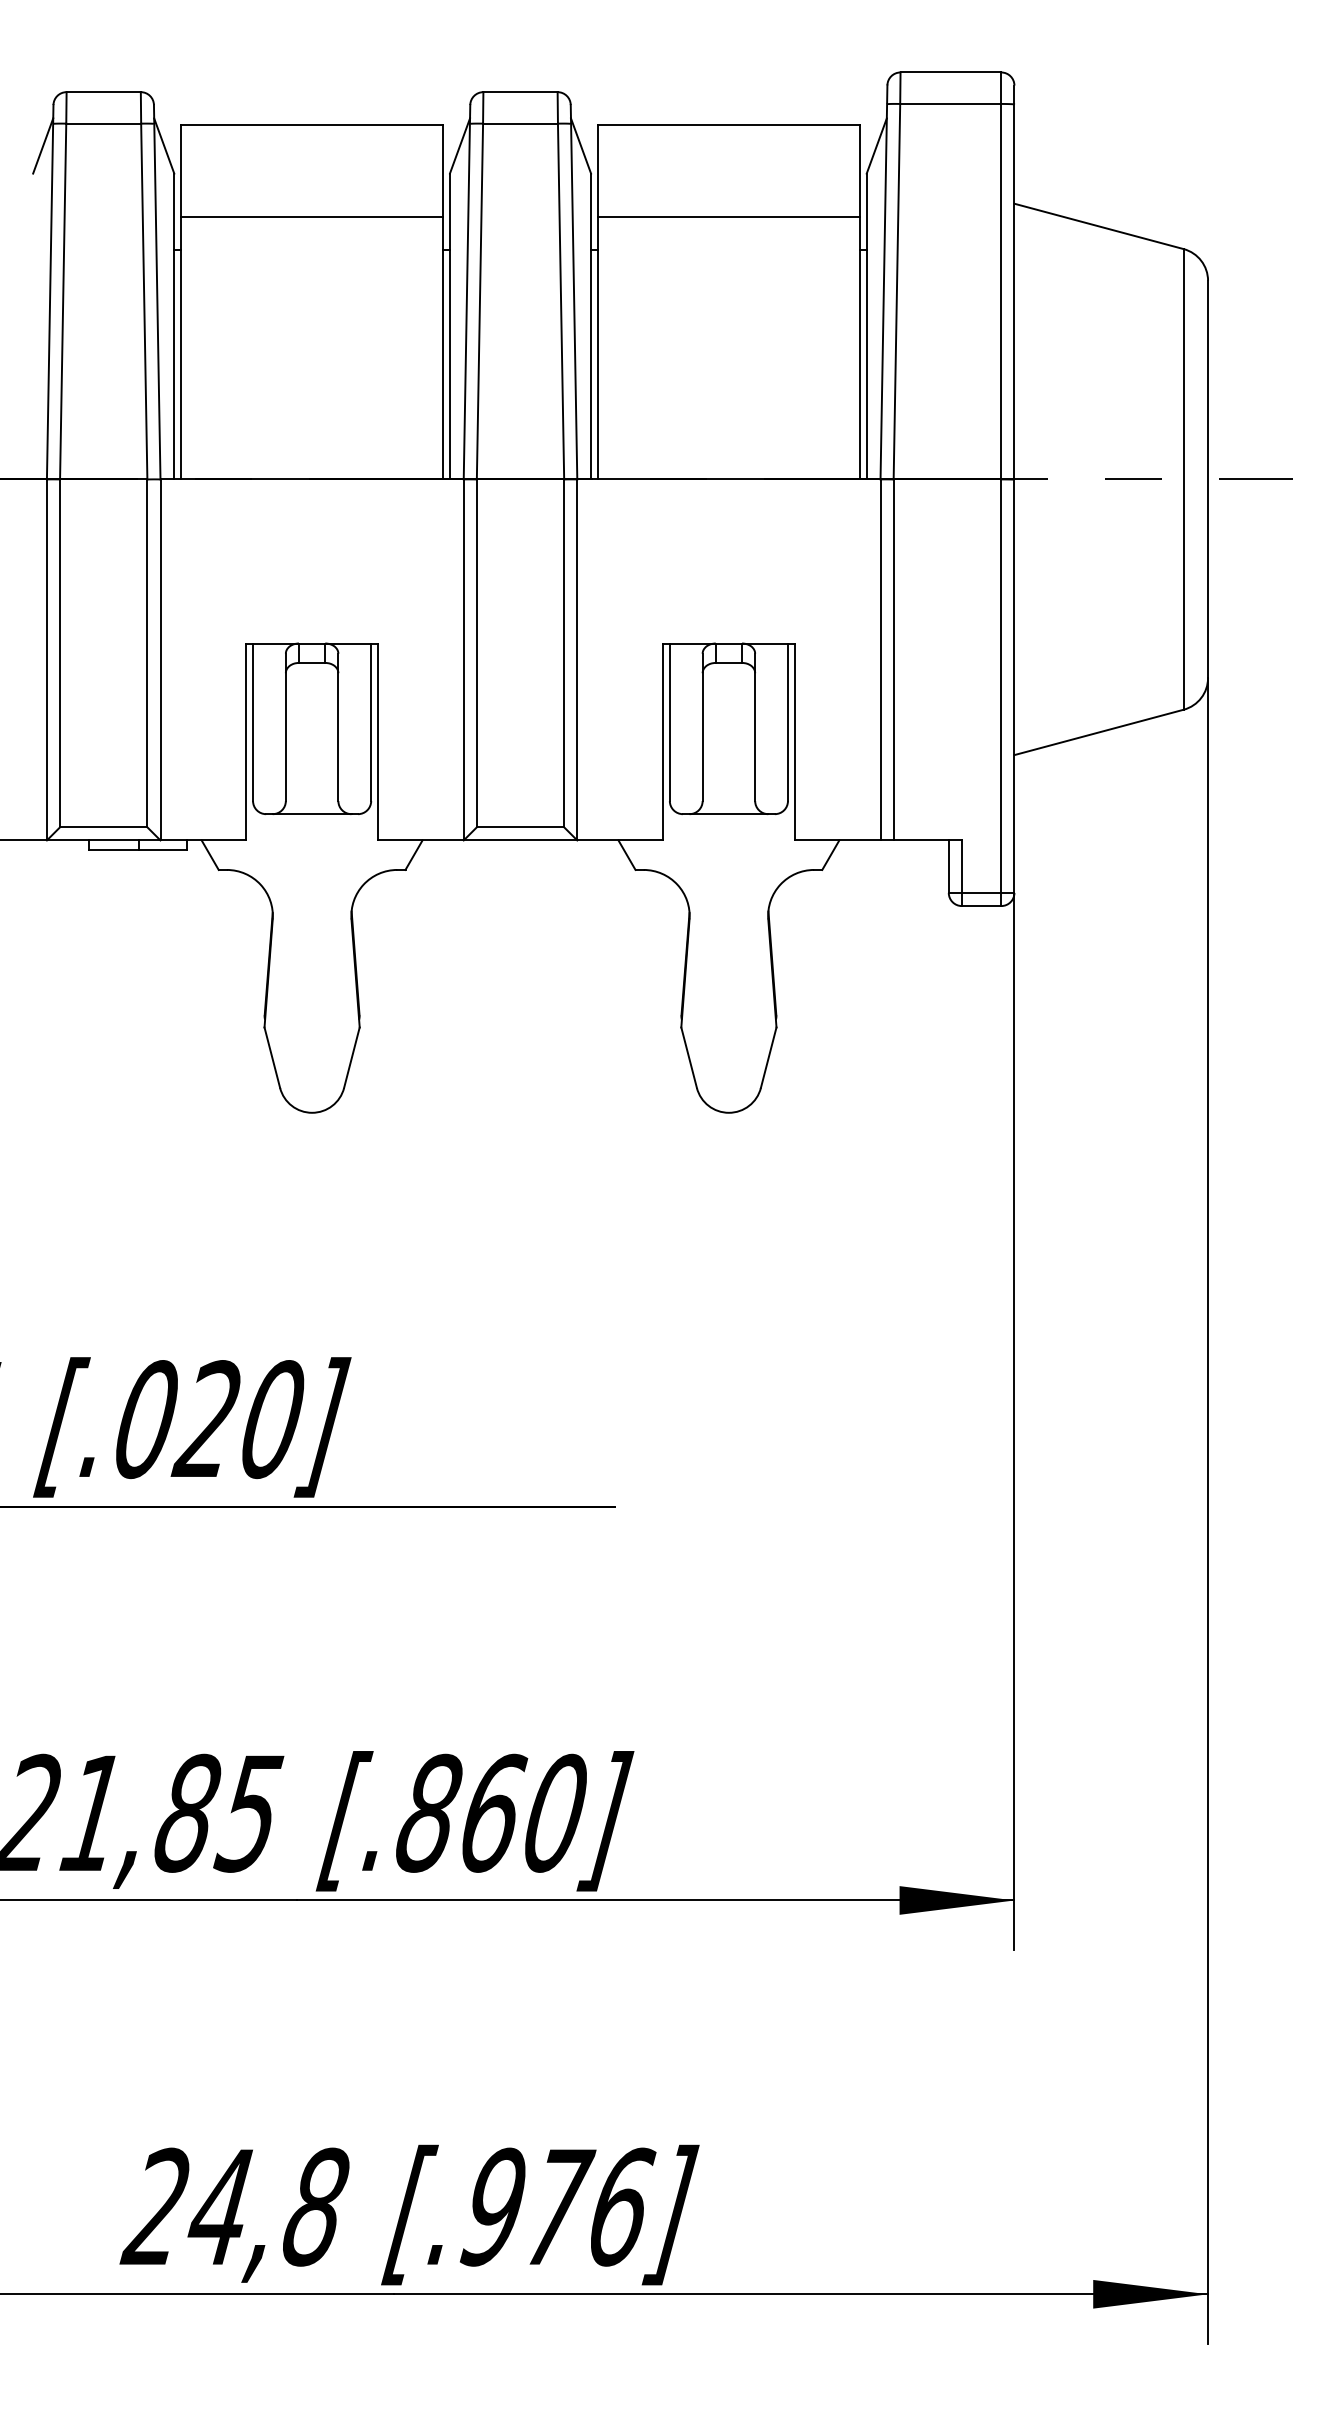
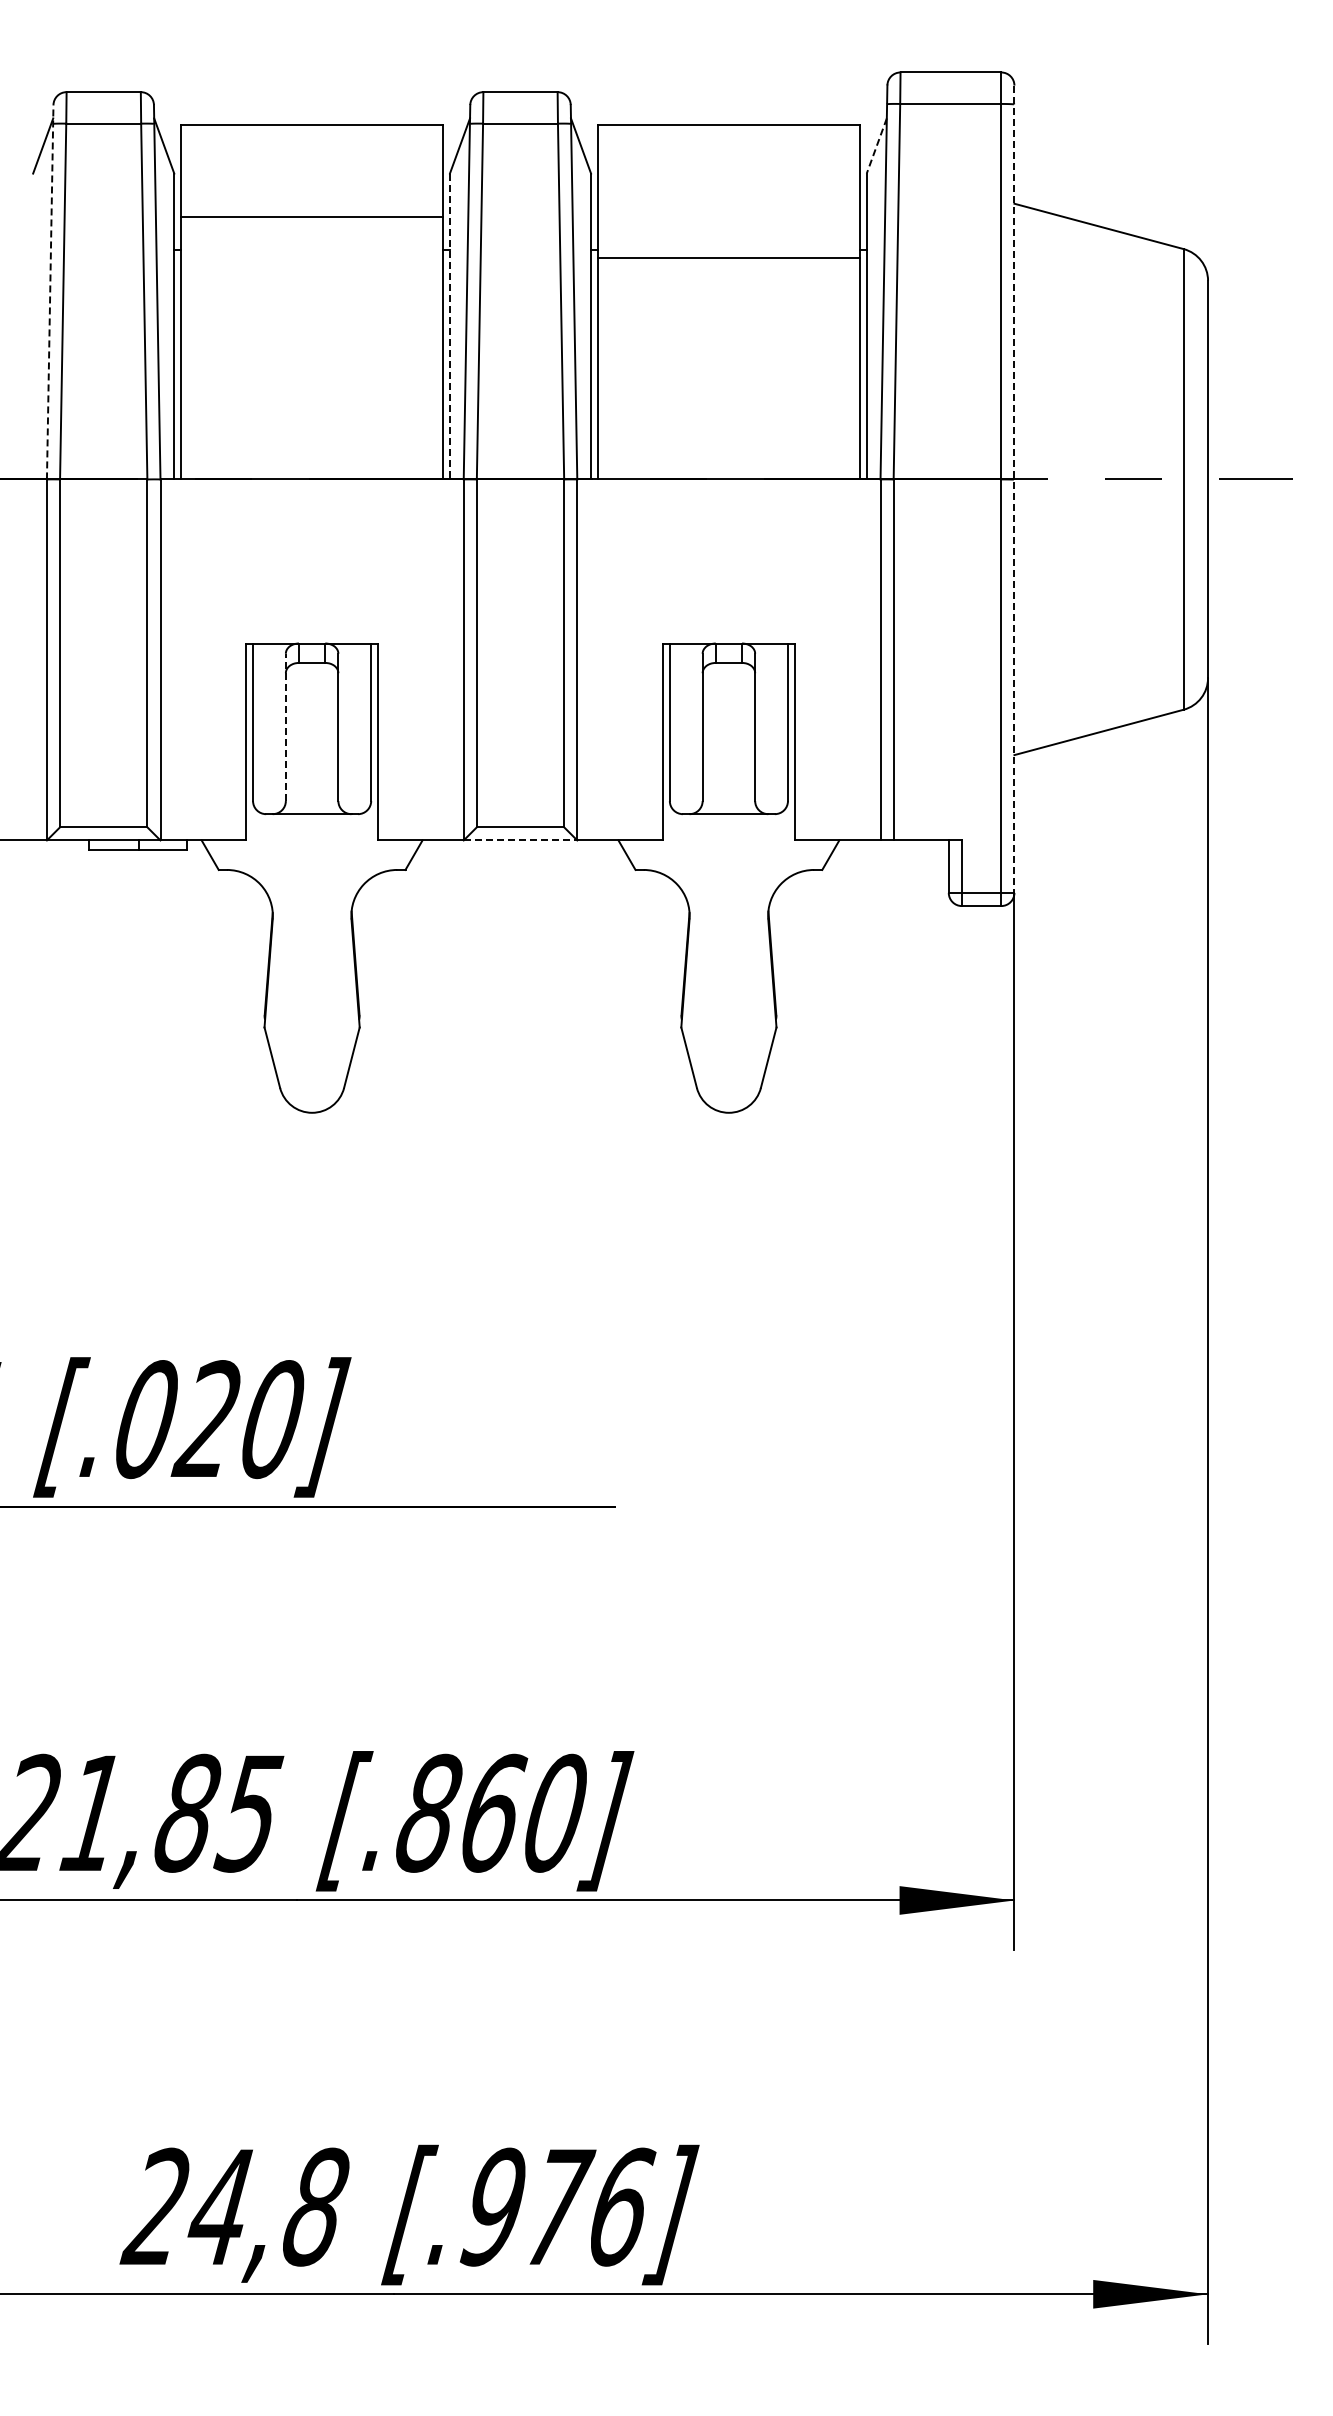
line at (876, 146): solid -> dashed
line at (728, 216) position: (728, 216) -> (728, 257)
line at (50, 291): solid -> dashed
line at (449, 326): solid -> dashed
line at (1014, 489): solid -> dashed
line at (285, 727): solid -> dashed
line at (520, 840): solid -> dashed
